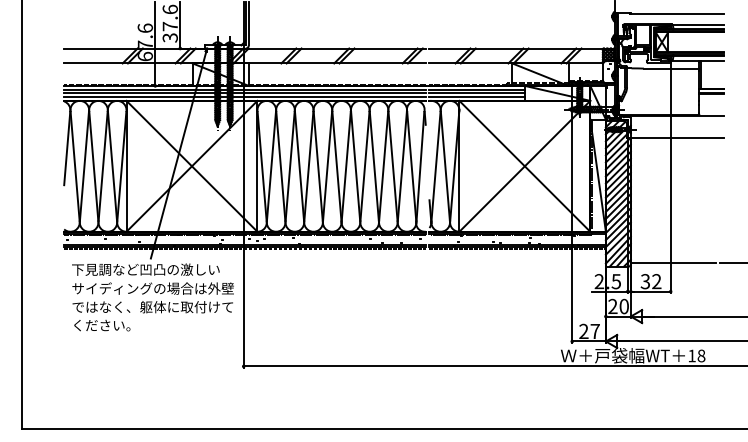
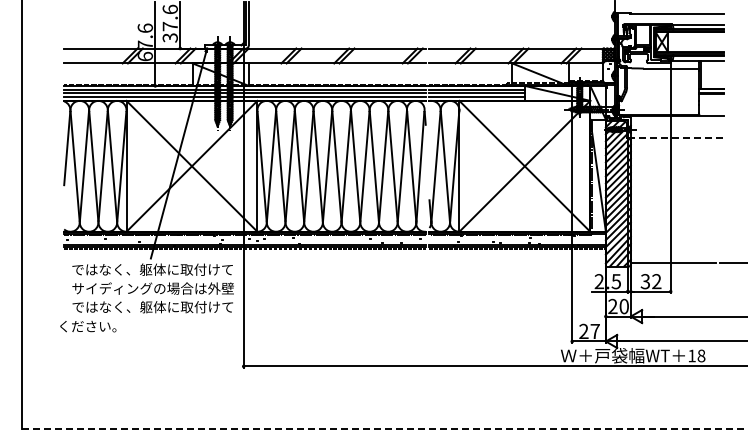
line at (675, 138): solid -> dashed
text at (152, 269): 下見調など凹凸の激しい -> ではなく、躯体に取付けて
text at (102, 325) position: (102, 325) -> (88, 326)
line at (385, 428): solid -> dashed
